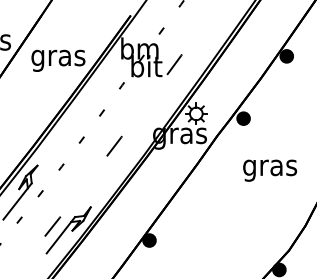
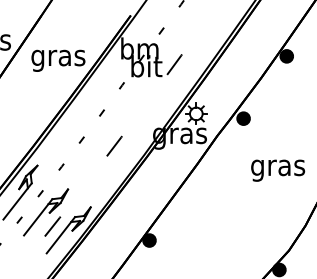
text at (270, 170) position: (270, 170) -> (278, 170)
part at (46, 212): none -> present
